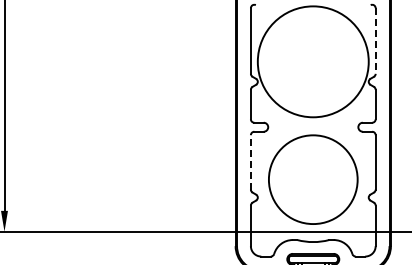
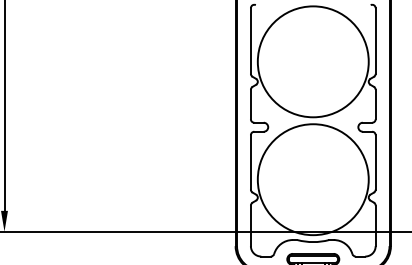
line at (375, 41): dashed -> solid
line at (250, 161): dashed -> solid
circle at (312, 179) diameter: 89 px -> 111 px
